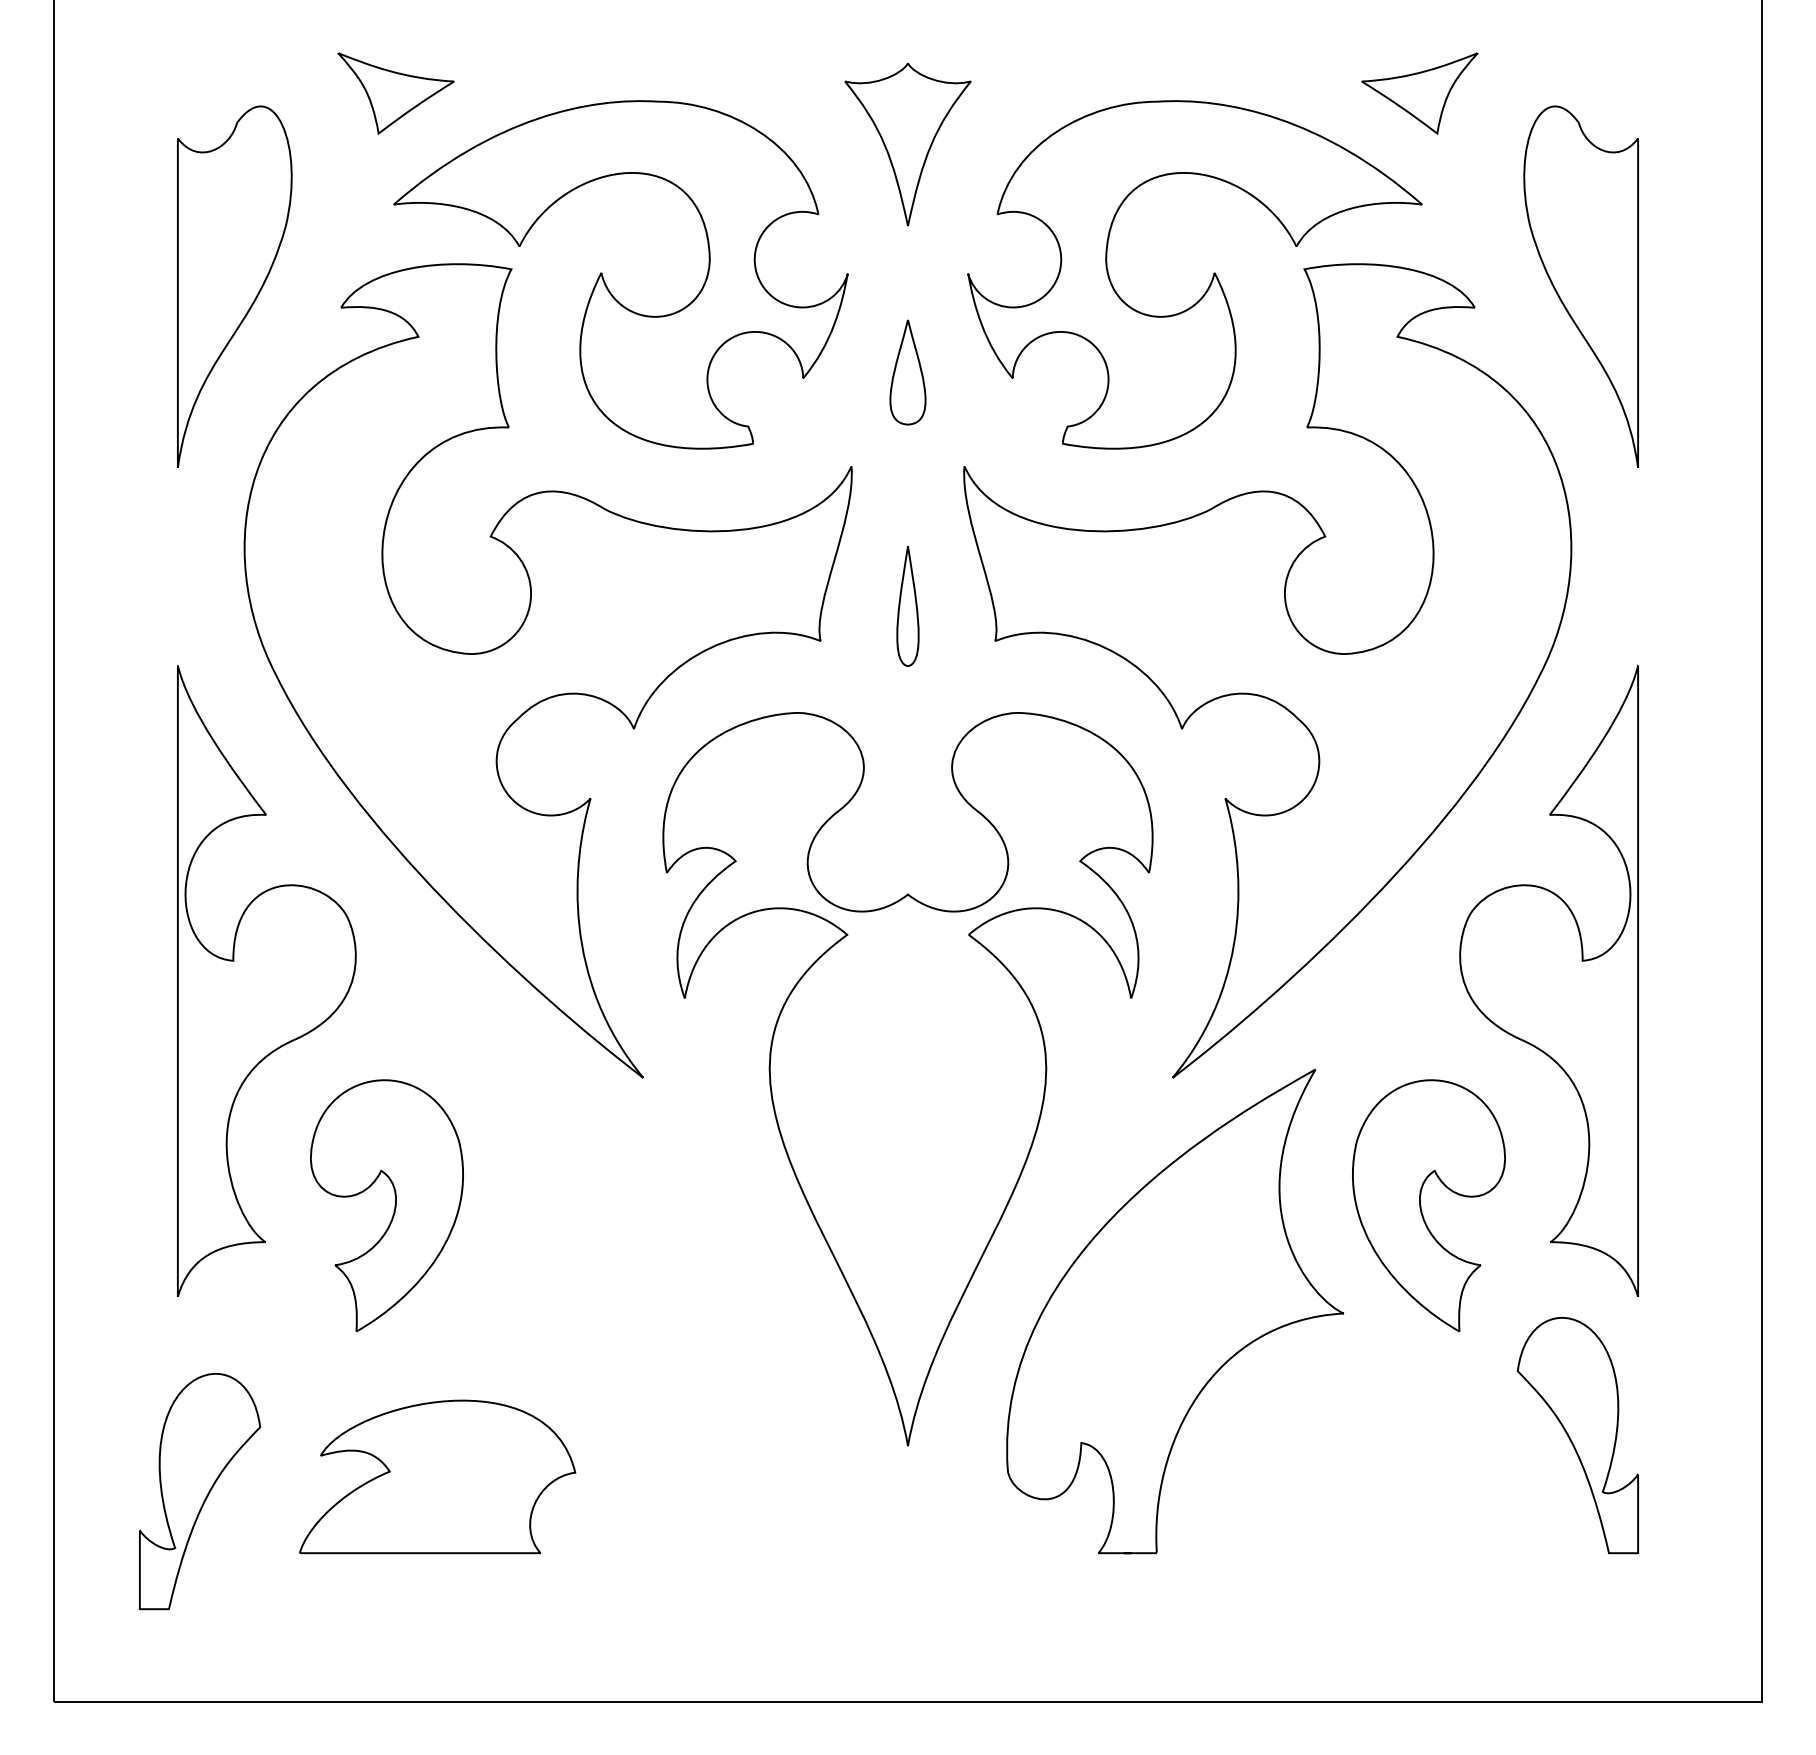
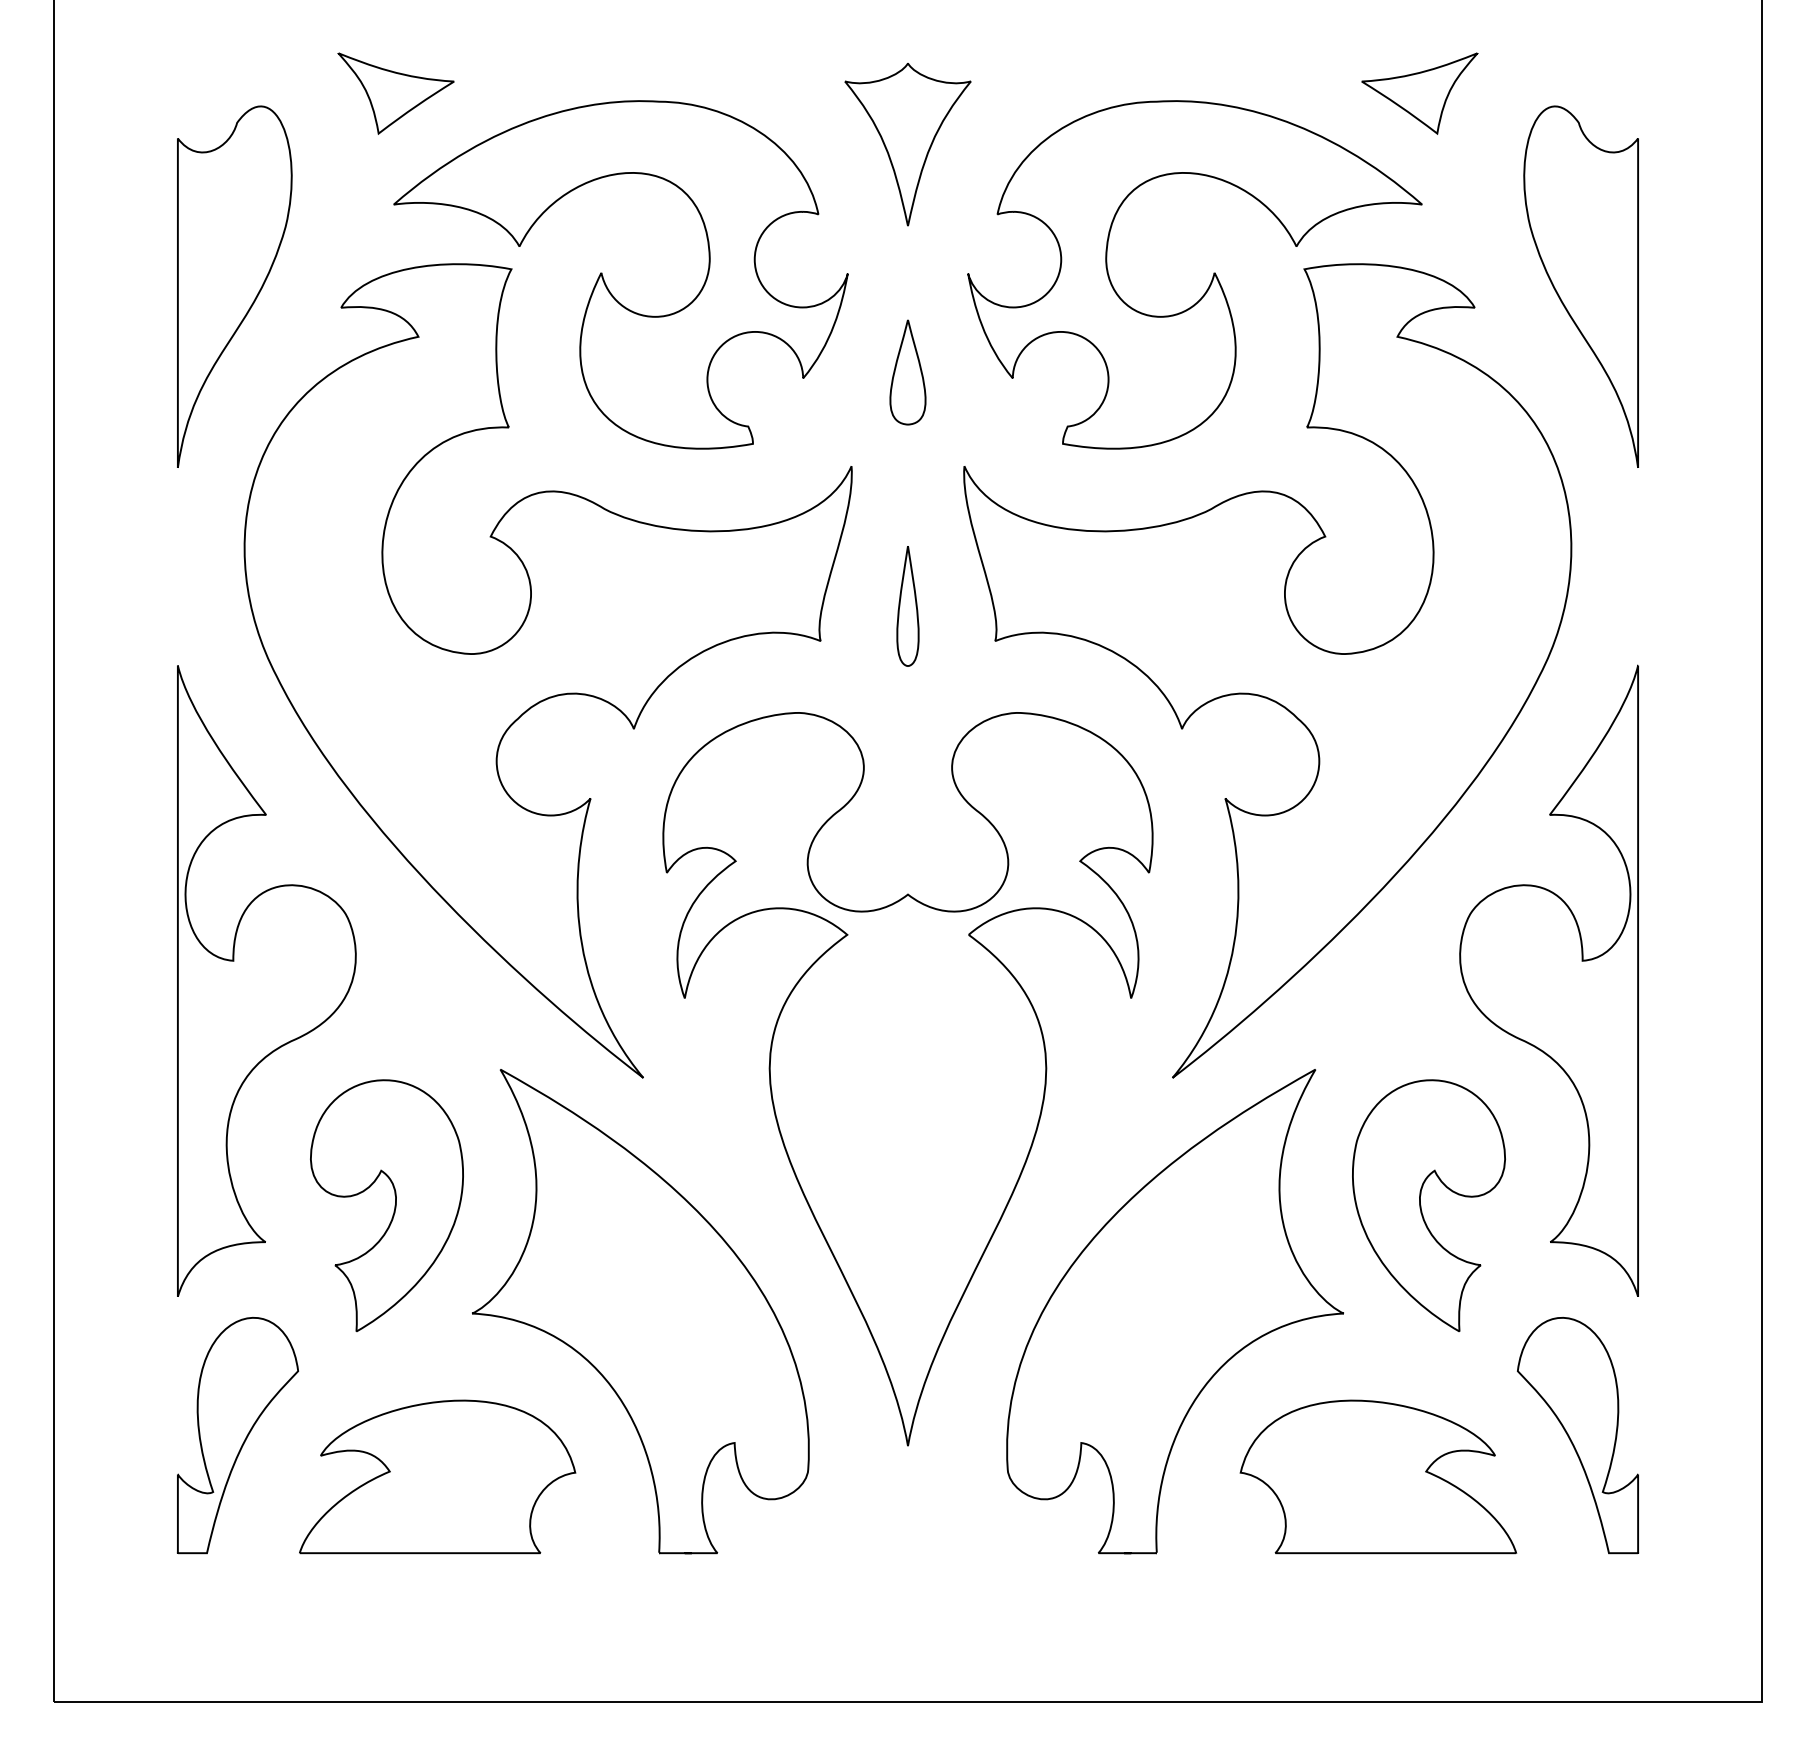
part at (640, 1311): none -> present
part at (1378, 1476): none -> present
part at (199, 1491) position: (199, 1491) -> (237, 1435)
